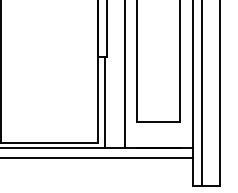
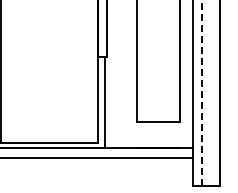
line at (124, 74): present -> none
line at (201, 93): solid -> dashed
